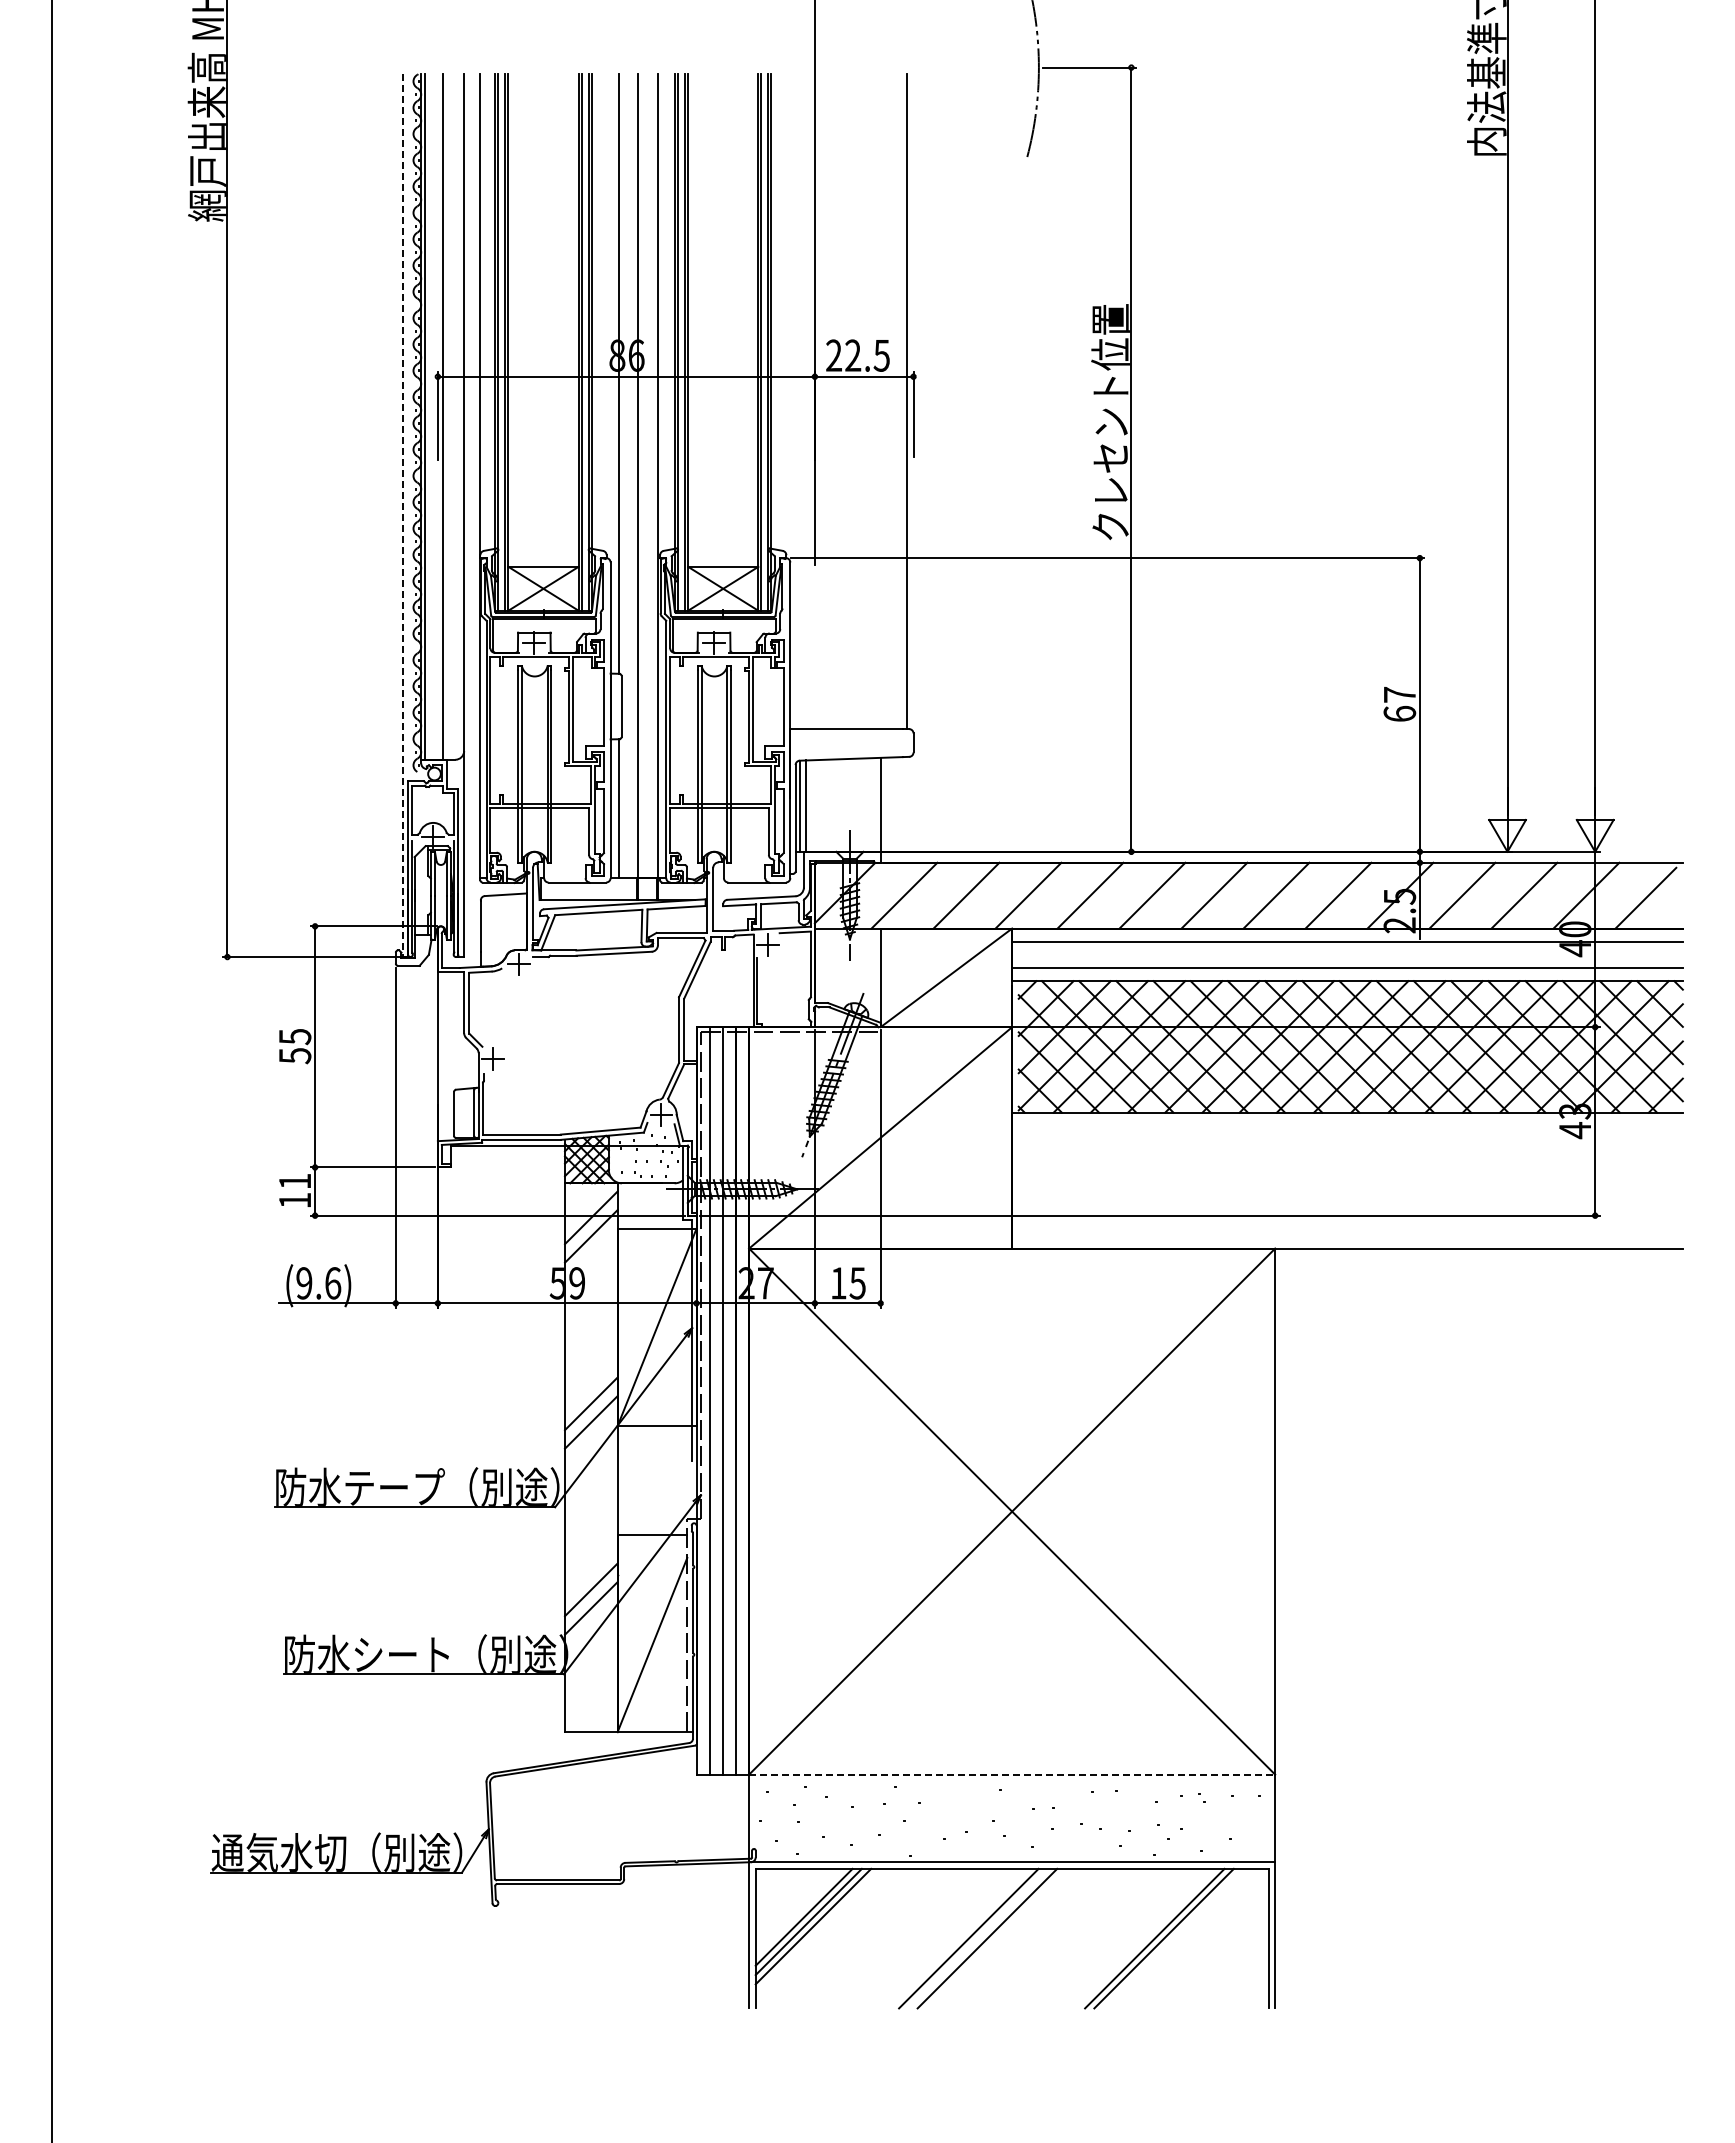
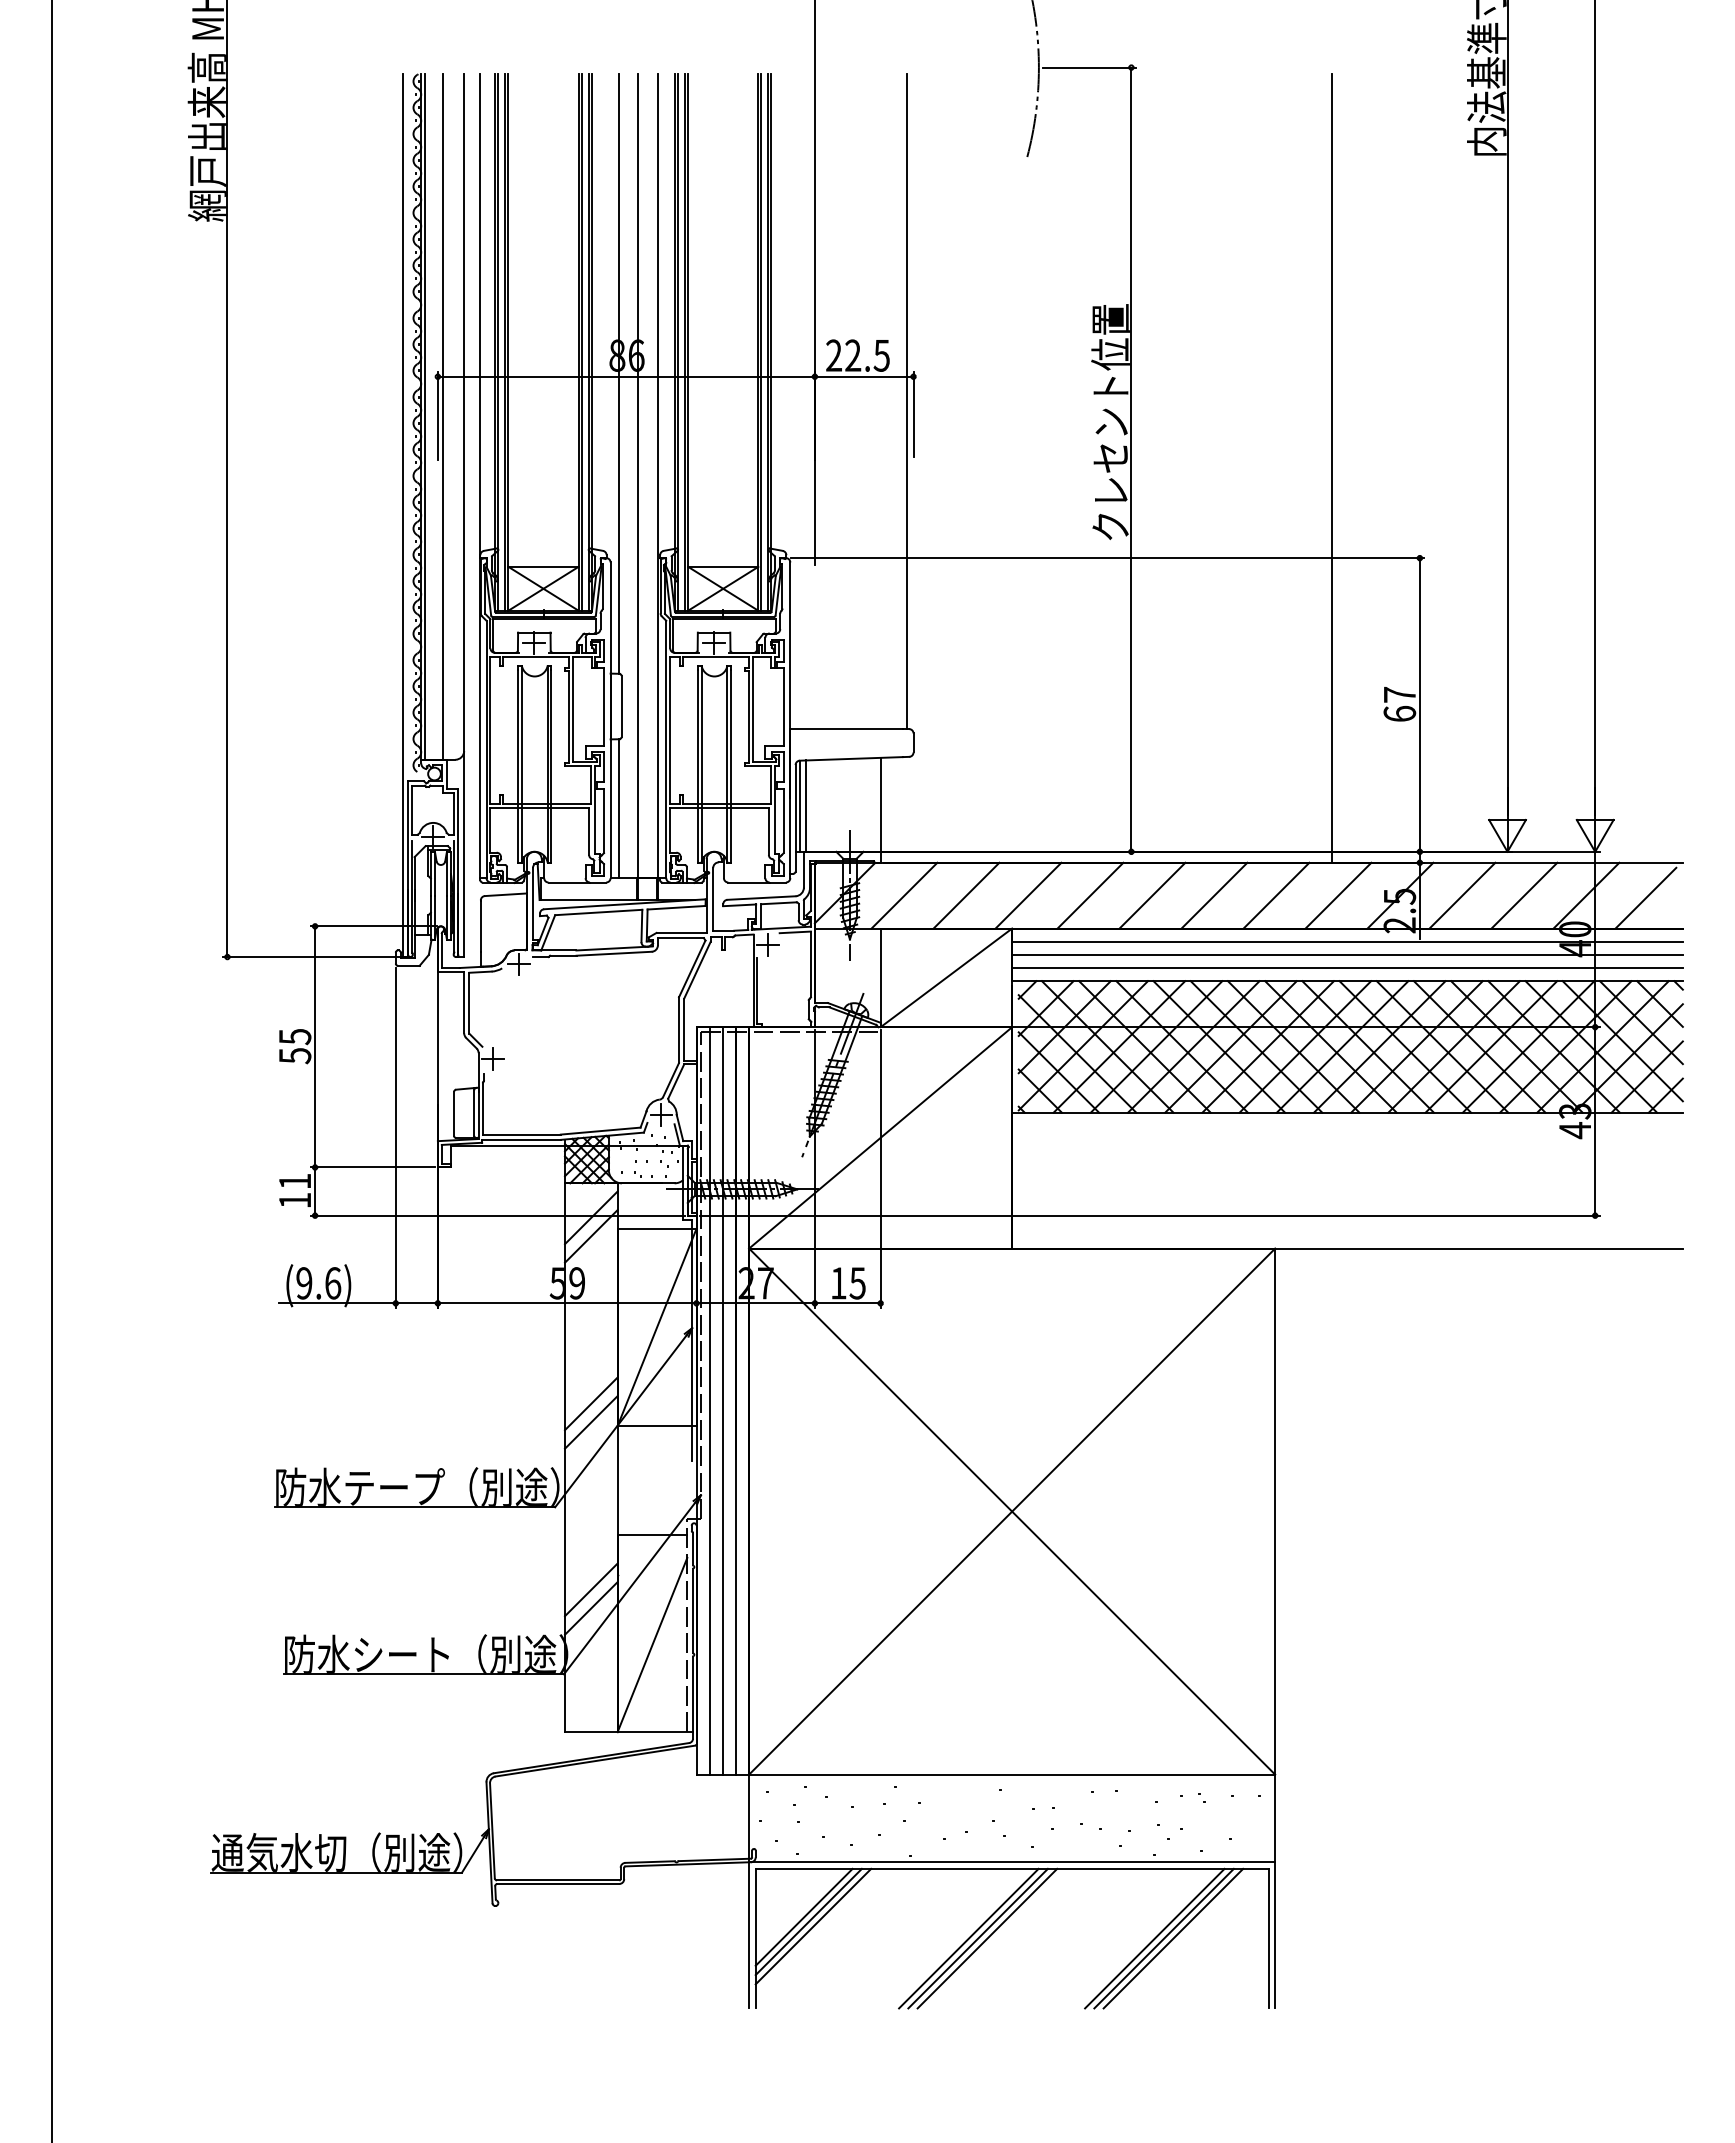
line at (1332, 468): none -> present
line at (402, 516): dashed -> solid
line at (1347, 954): none -> present
line at (1012, 1774): dashed -> solid
line at (977, 1938): none -> present
line at (1173, 1938): none -> present
